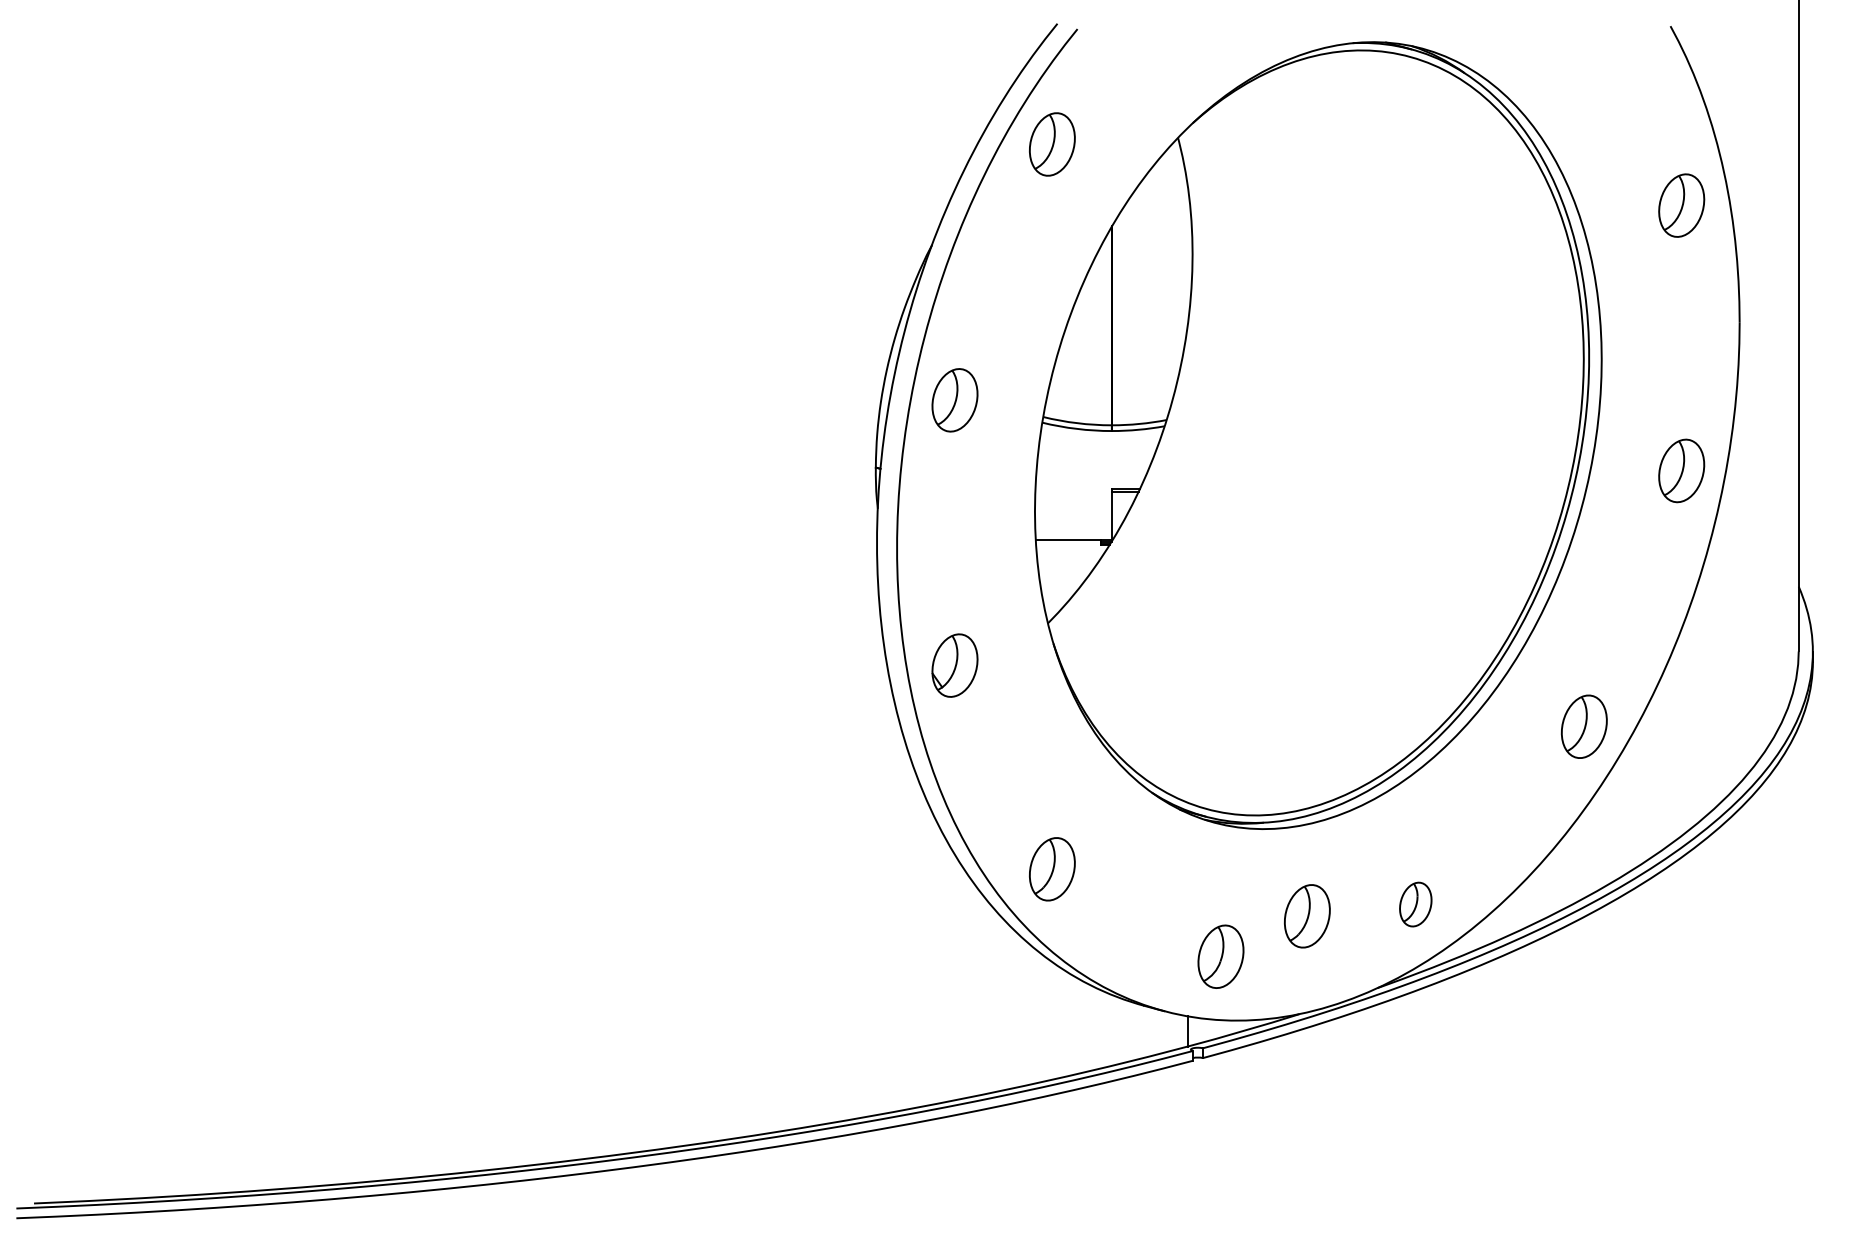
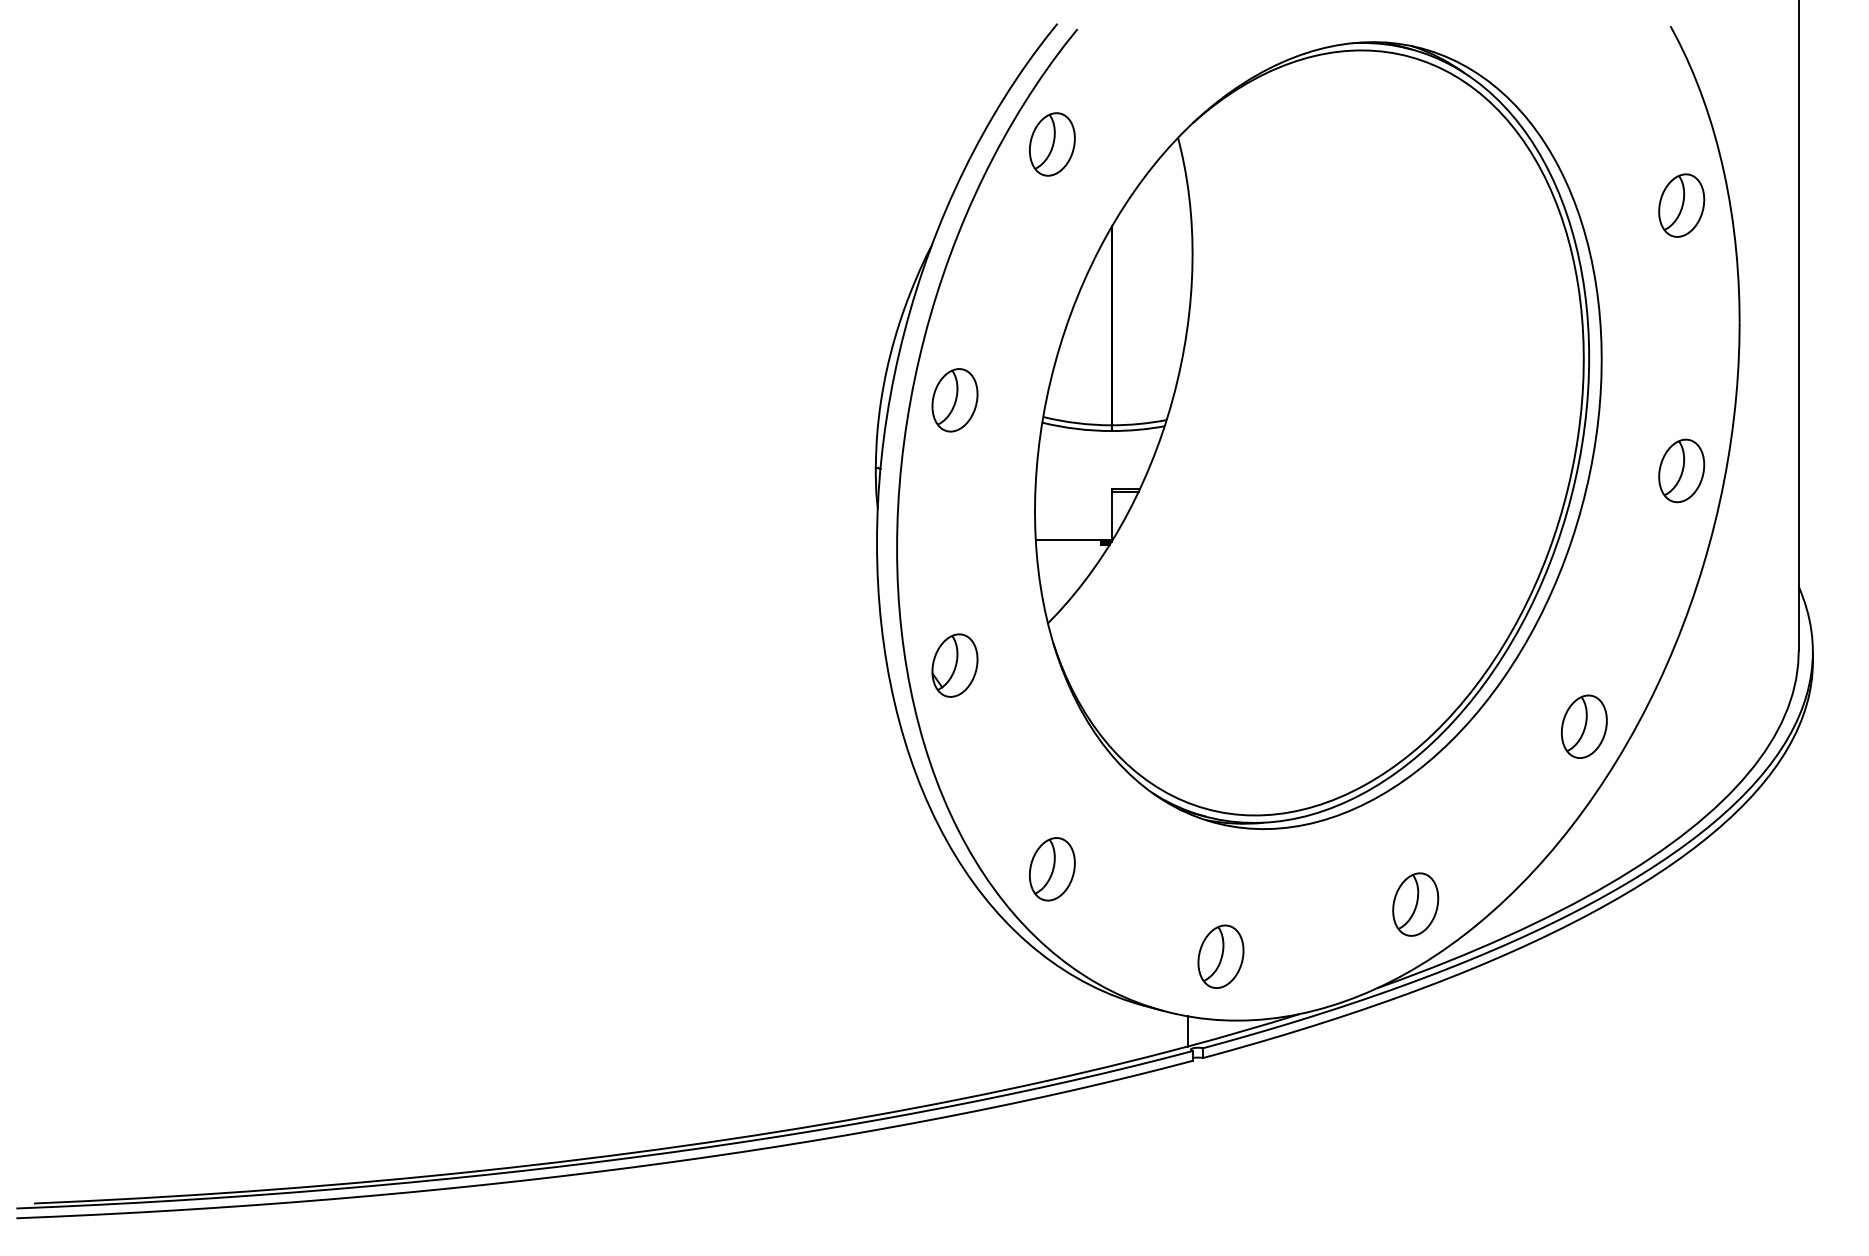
part at (1415, 904) size: 34x47 px -> 48x65 px
part at (1307, 916): present -> none
